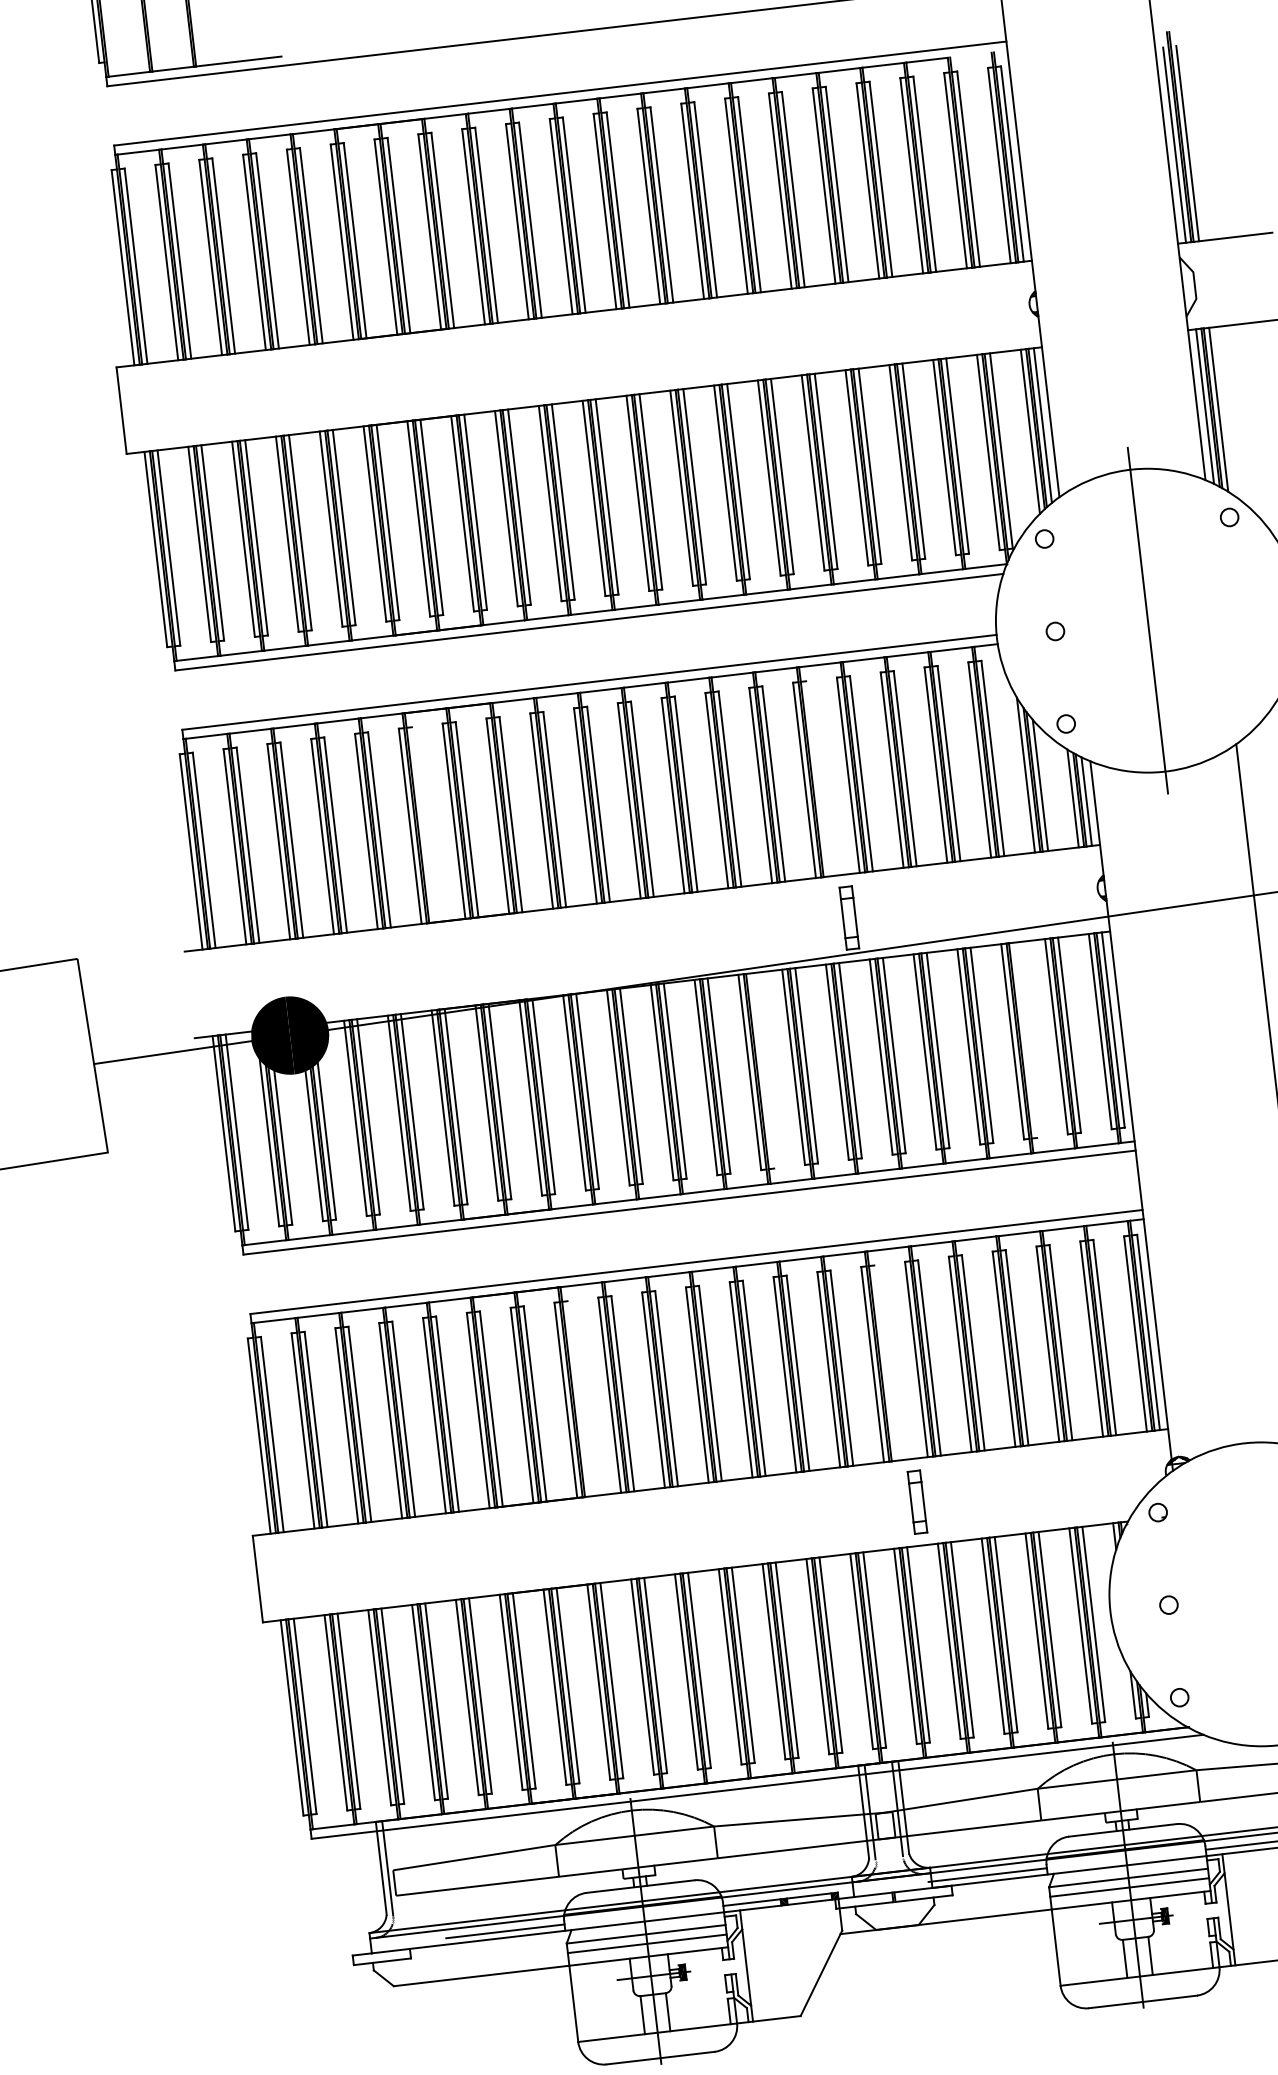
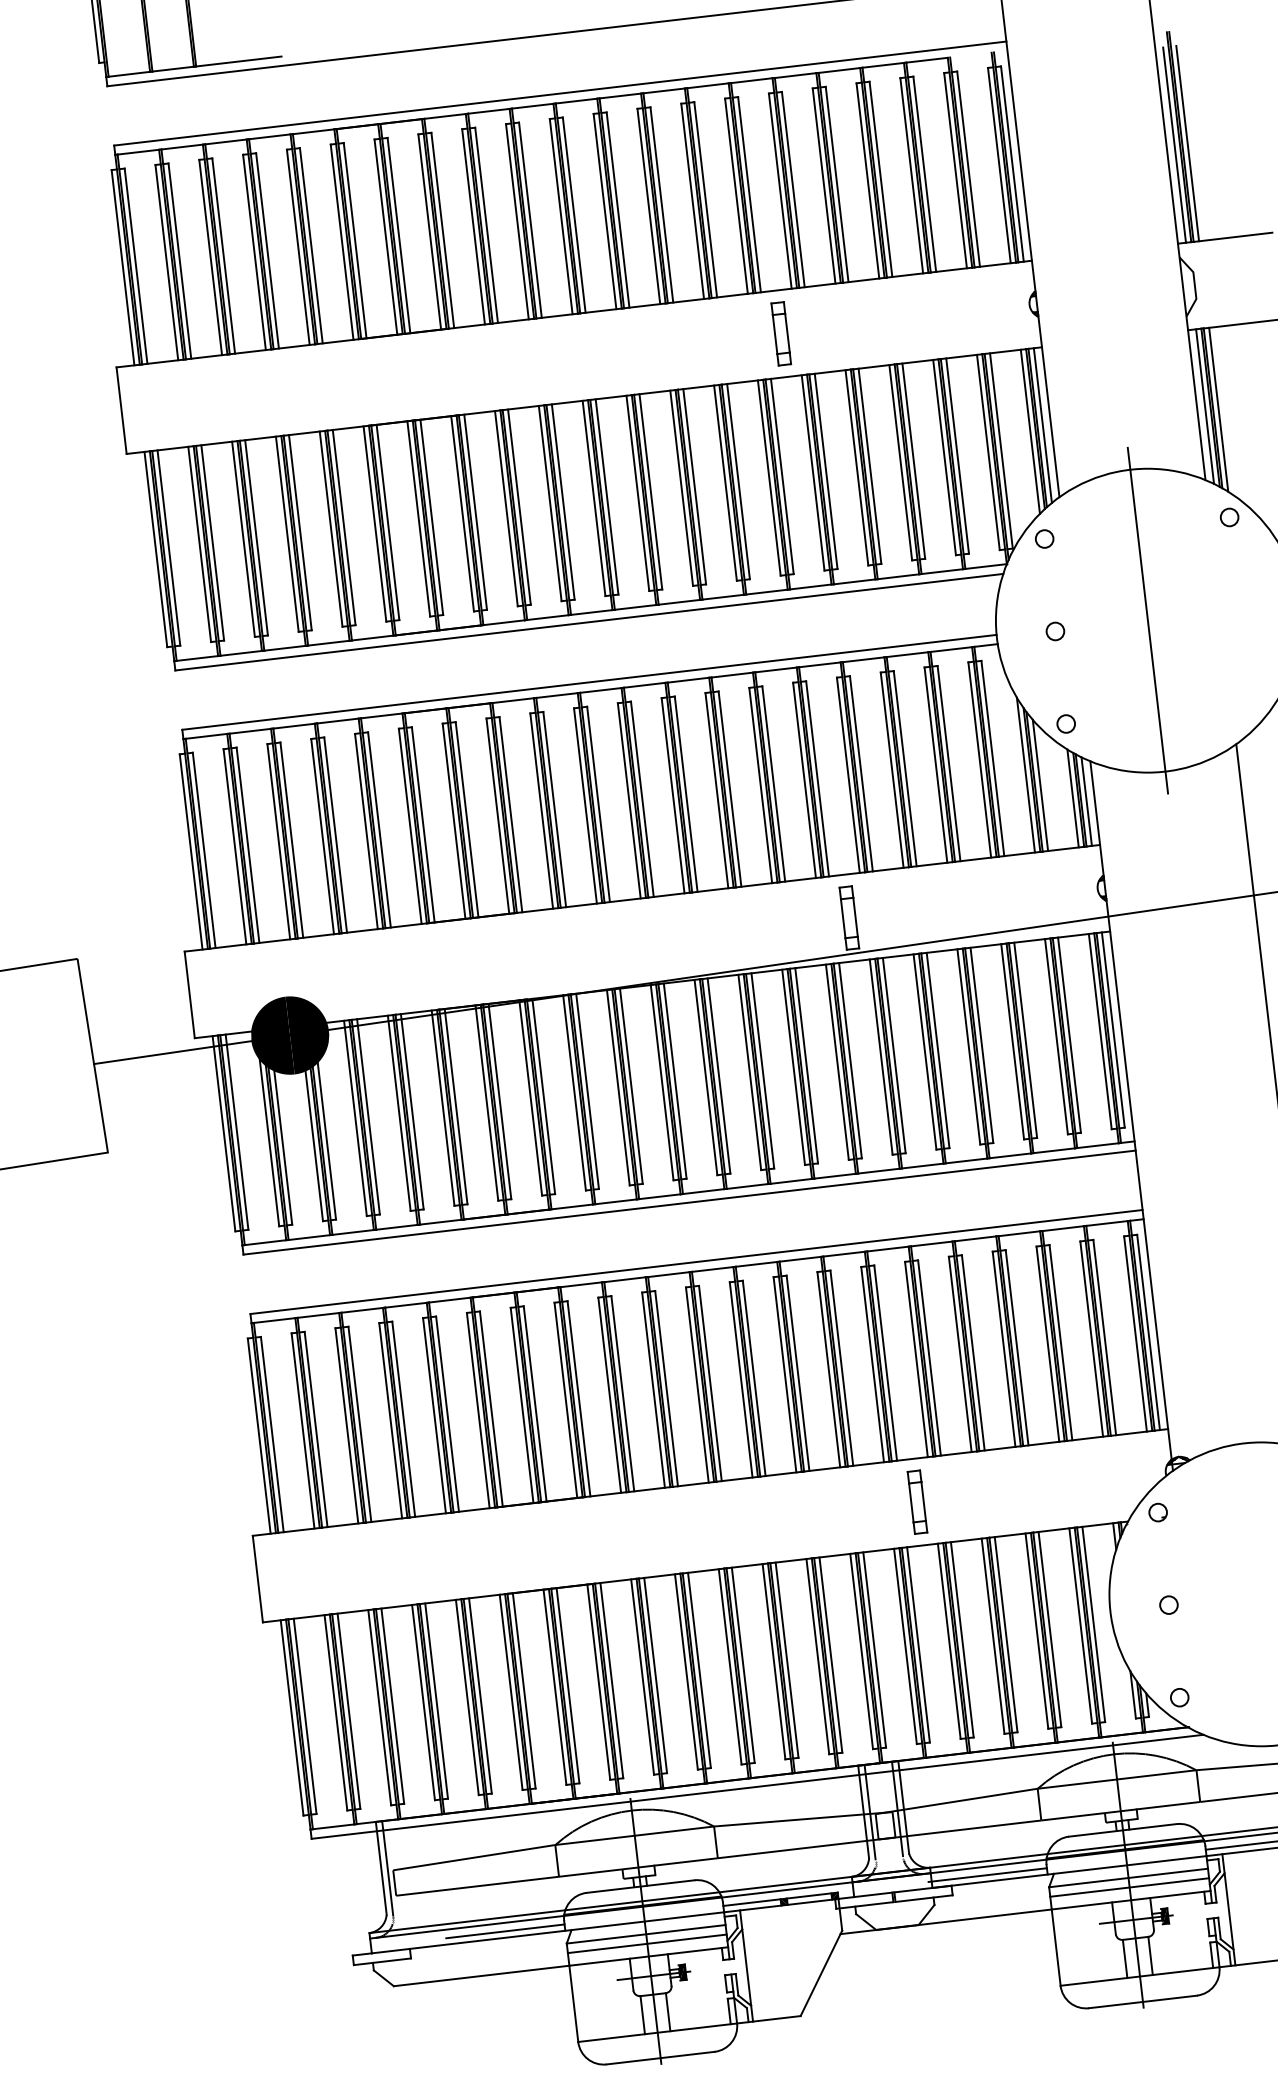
part at (781, 333): none -> present
line at (817, 778): none -> present
line at (422, 824): none -> present
line at (189, 994): none -> present
line at (1025, 1039): none -> present
line at (762, 1070): none -> present
line at (885, 1362): none -> present
line at (578, 1398): none -> present
